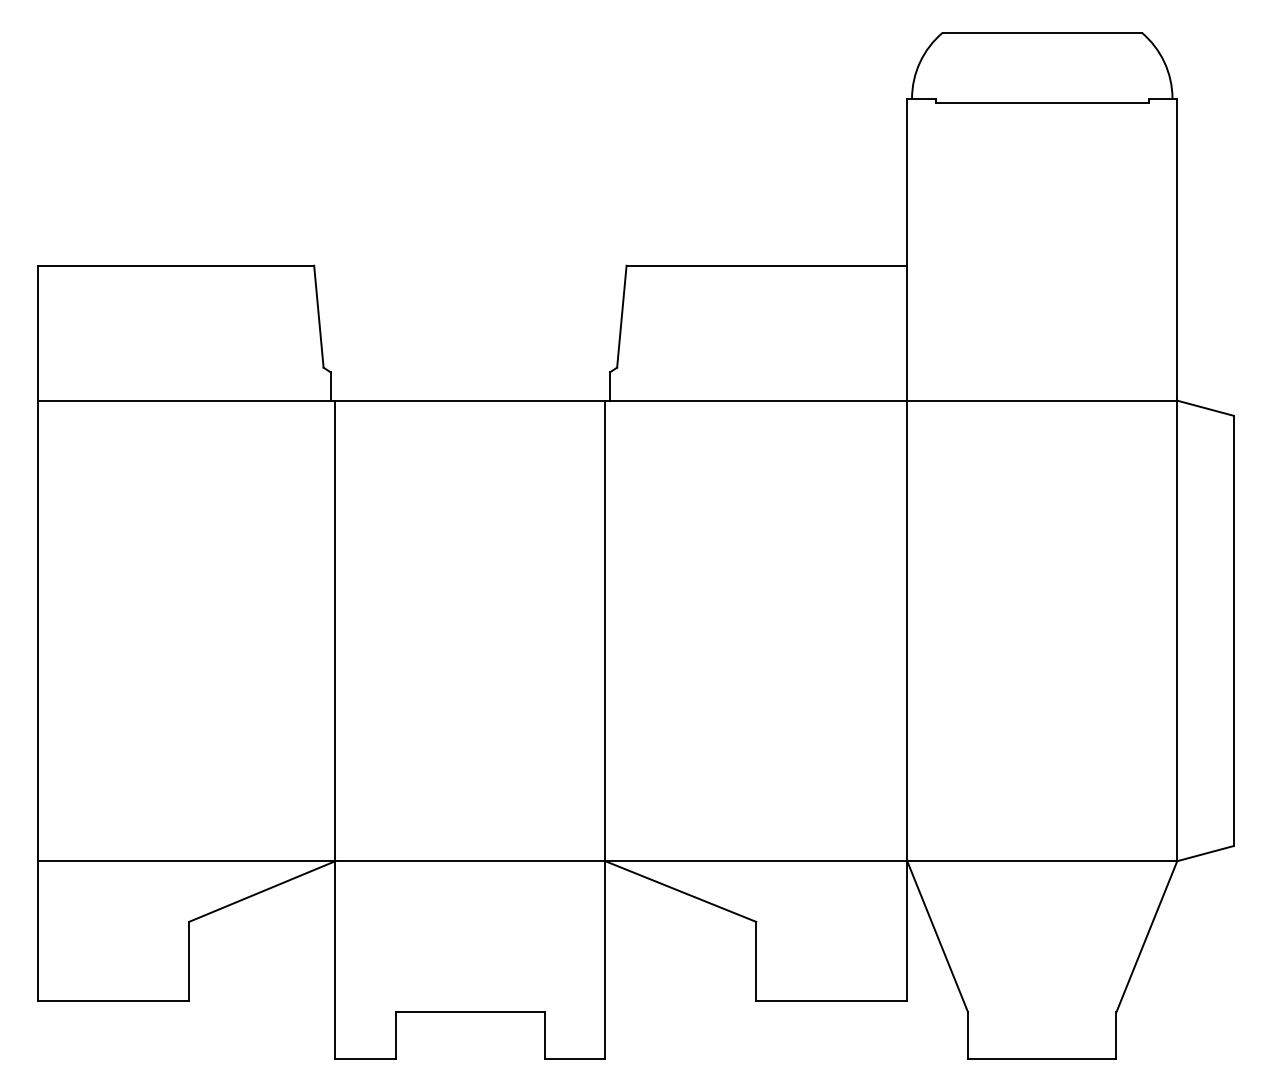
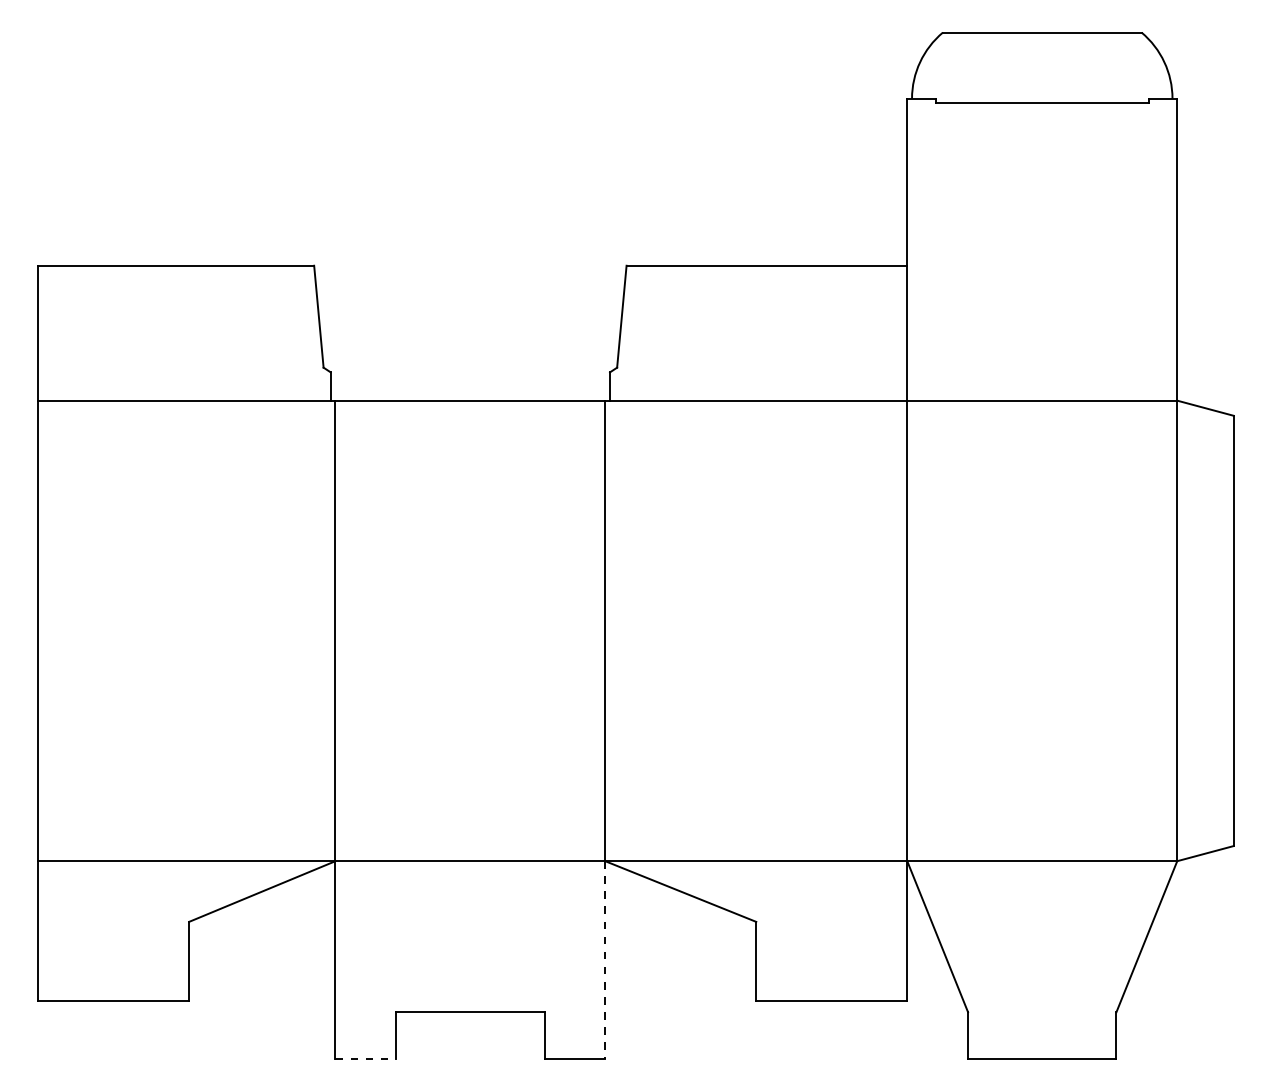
line at (605, 960): solid -> dashed
line at (366, 1059): solid -> dashed
